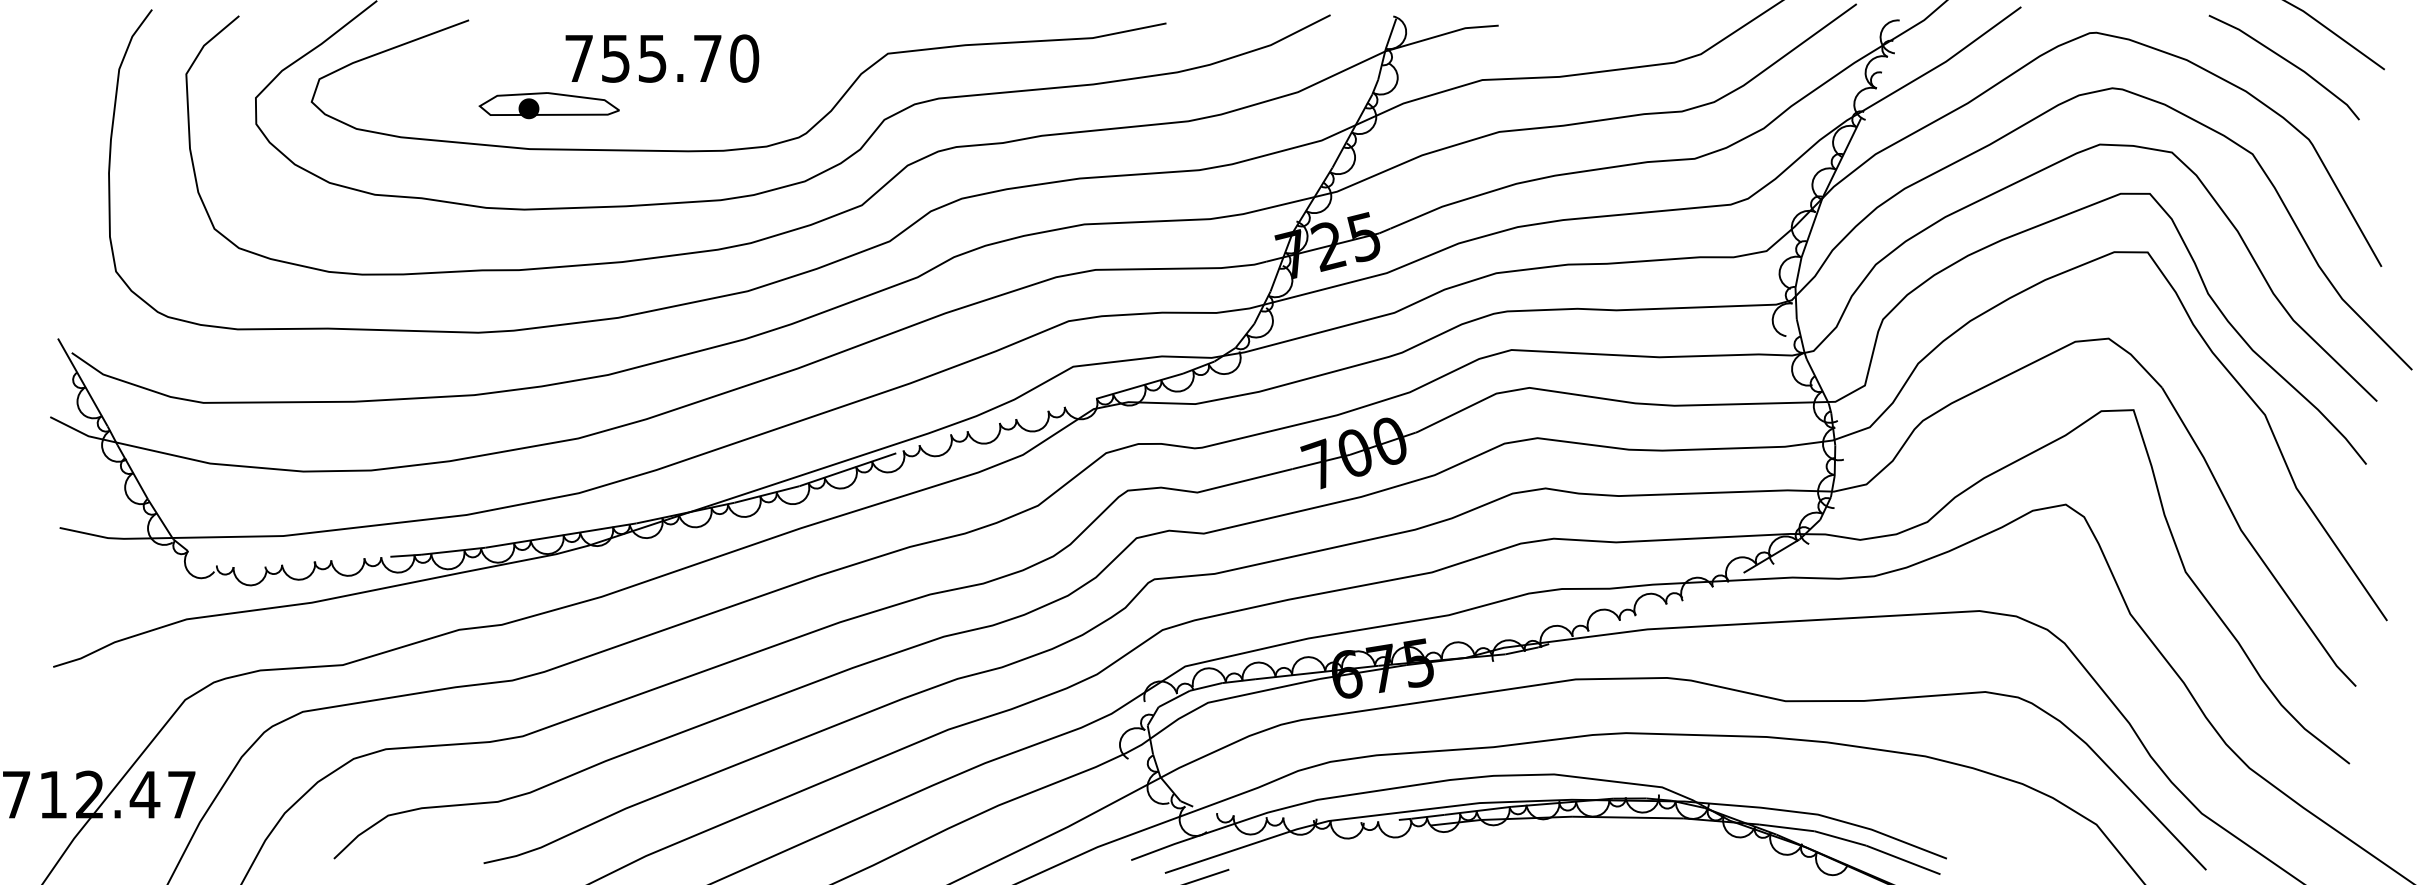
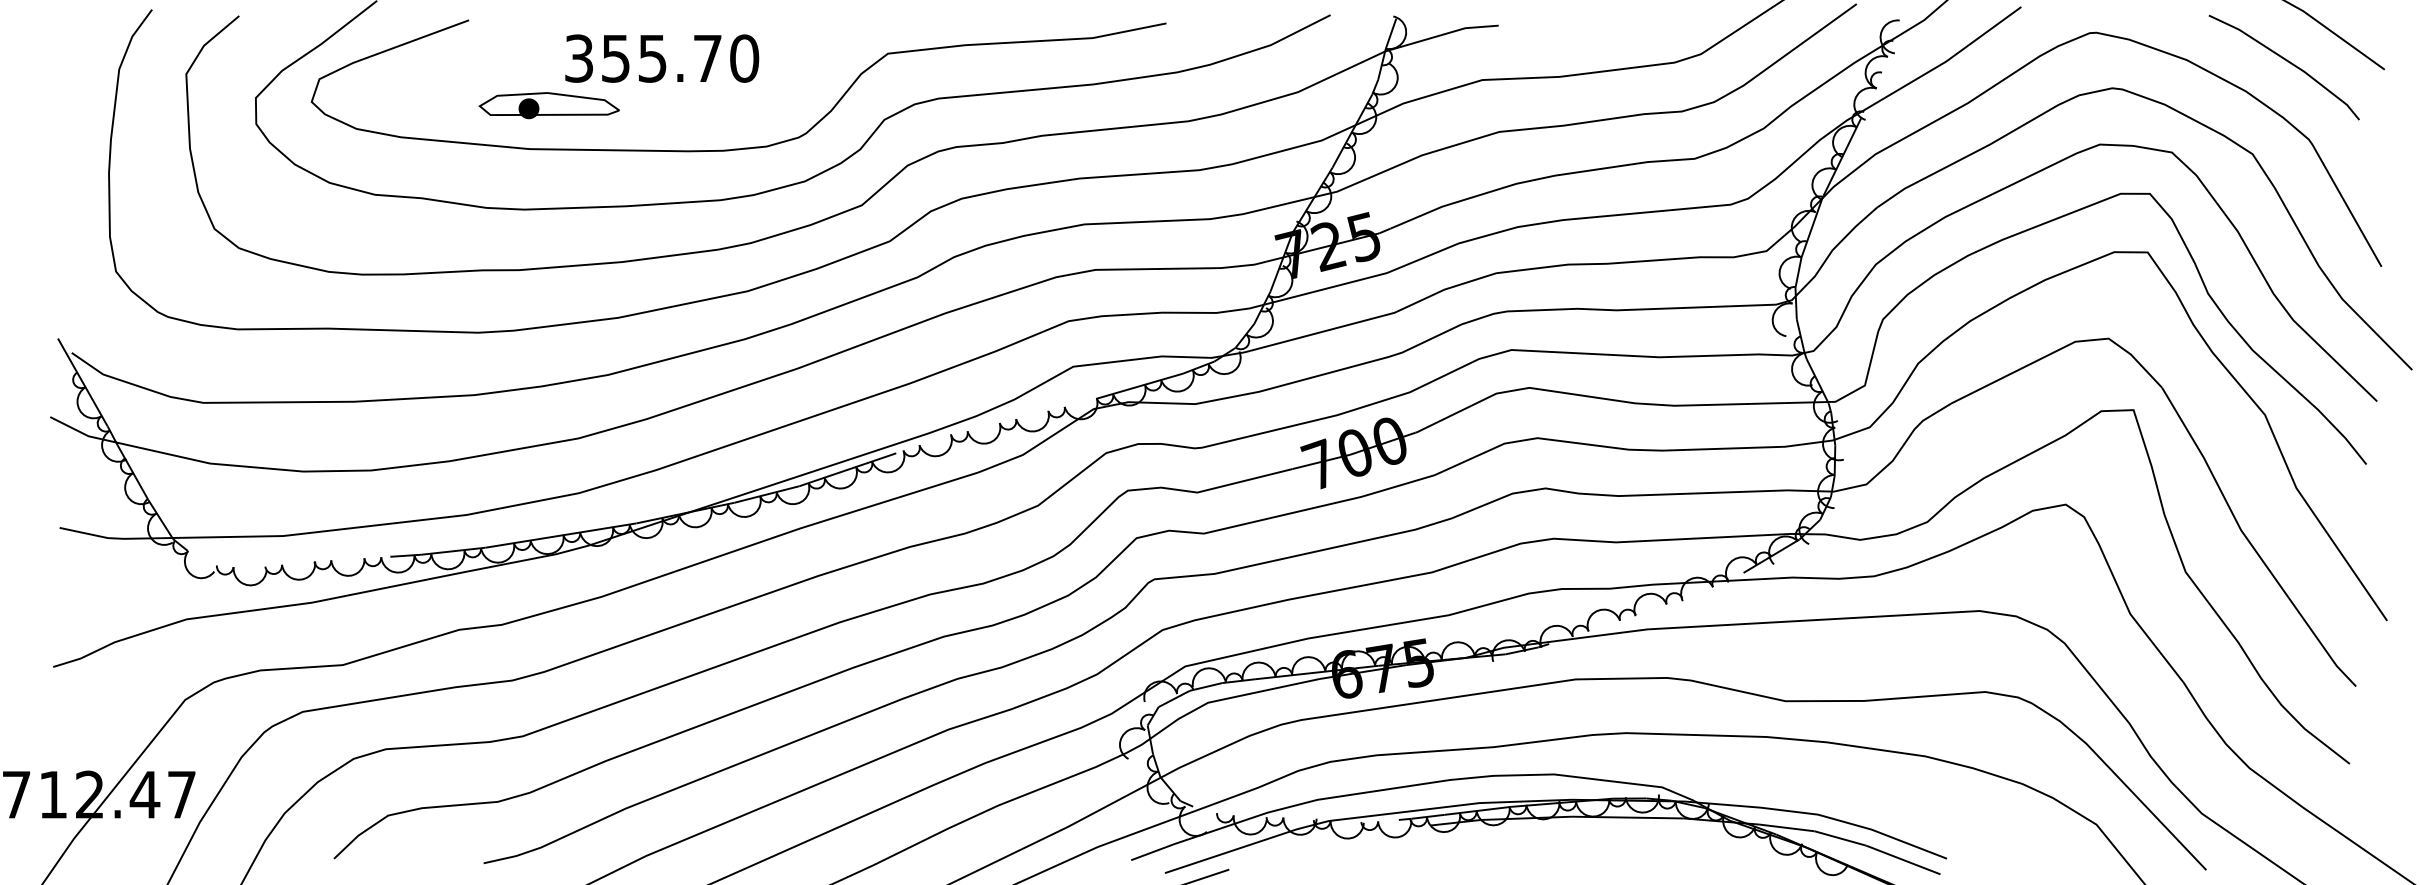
text at (578, 58): 755.70 -> 355.70
